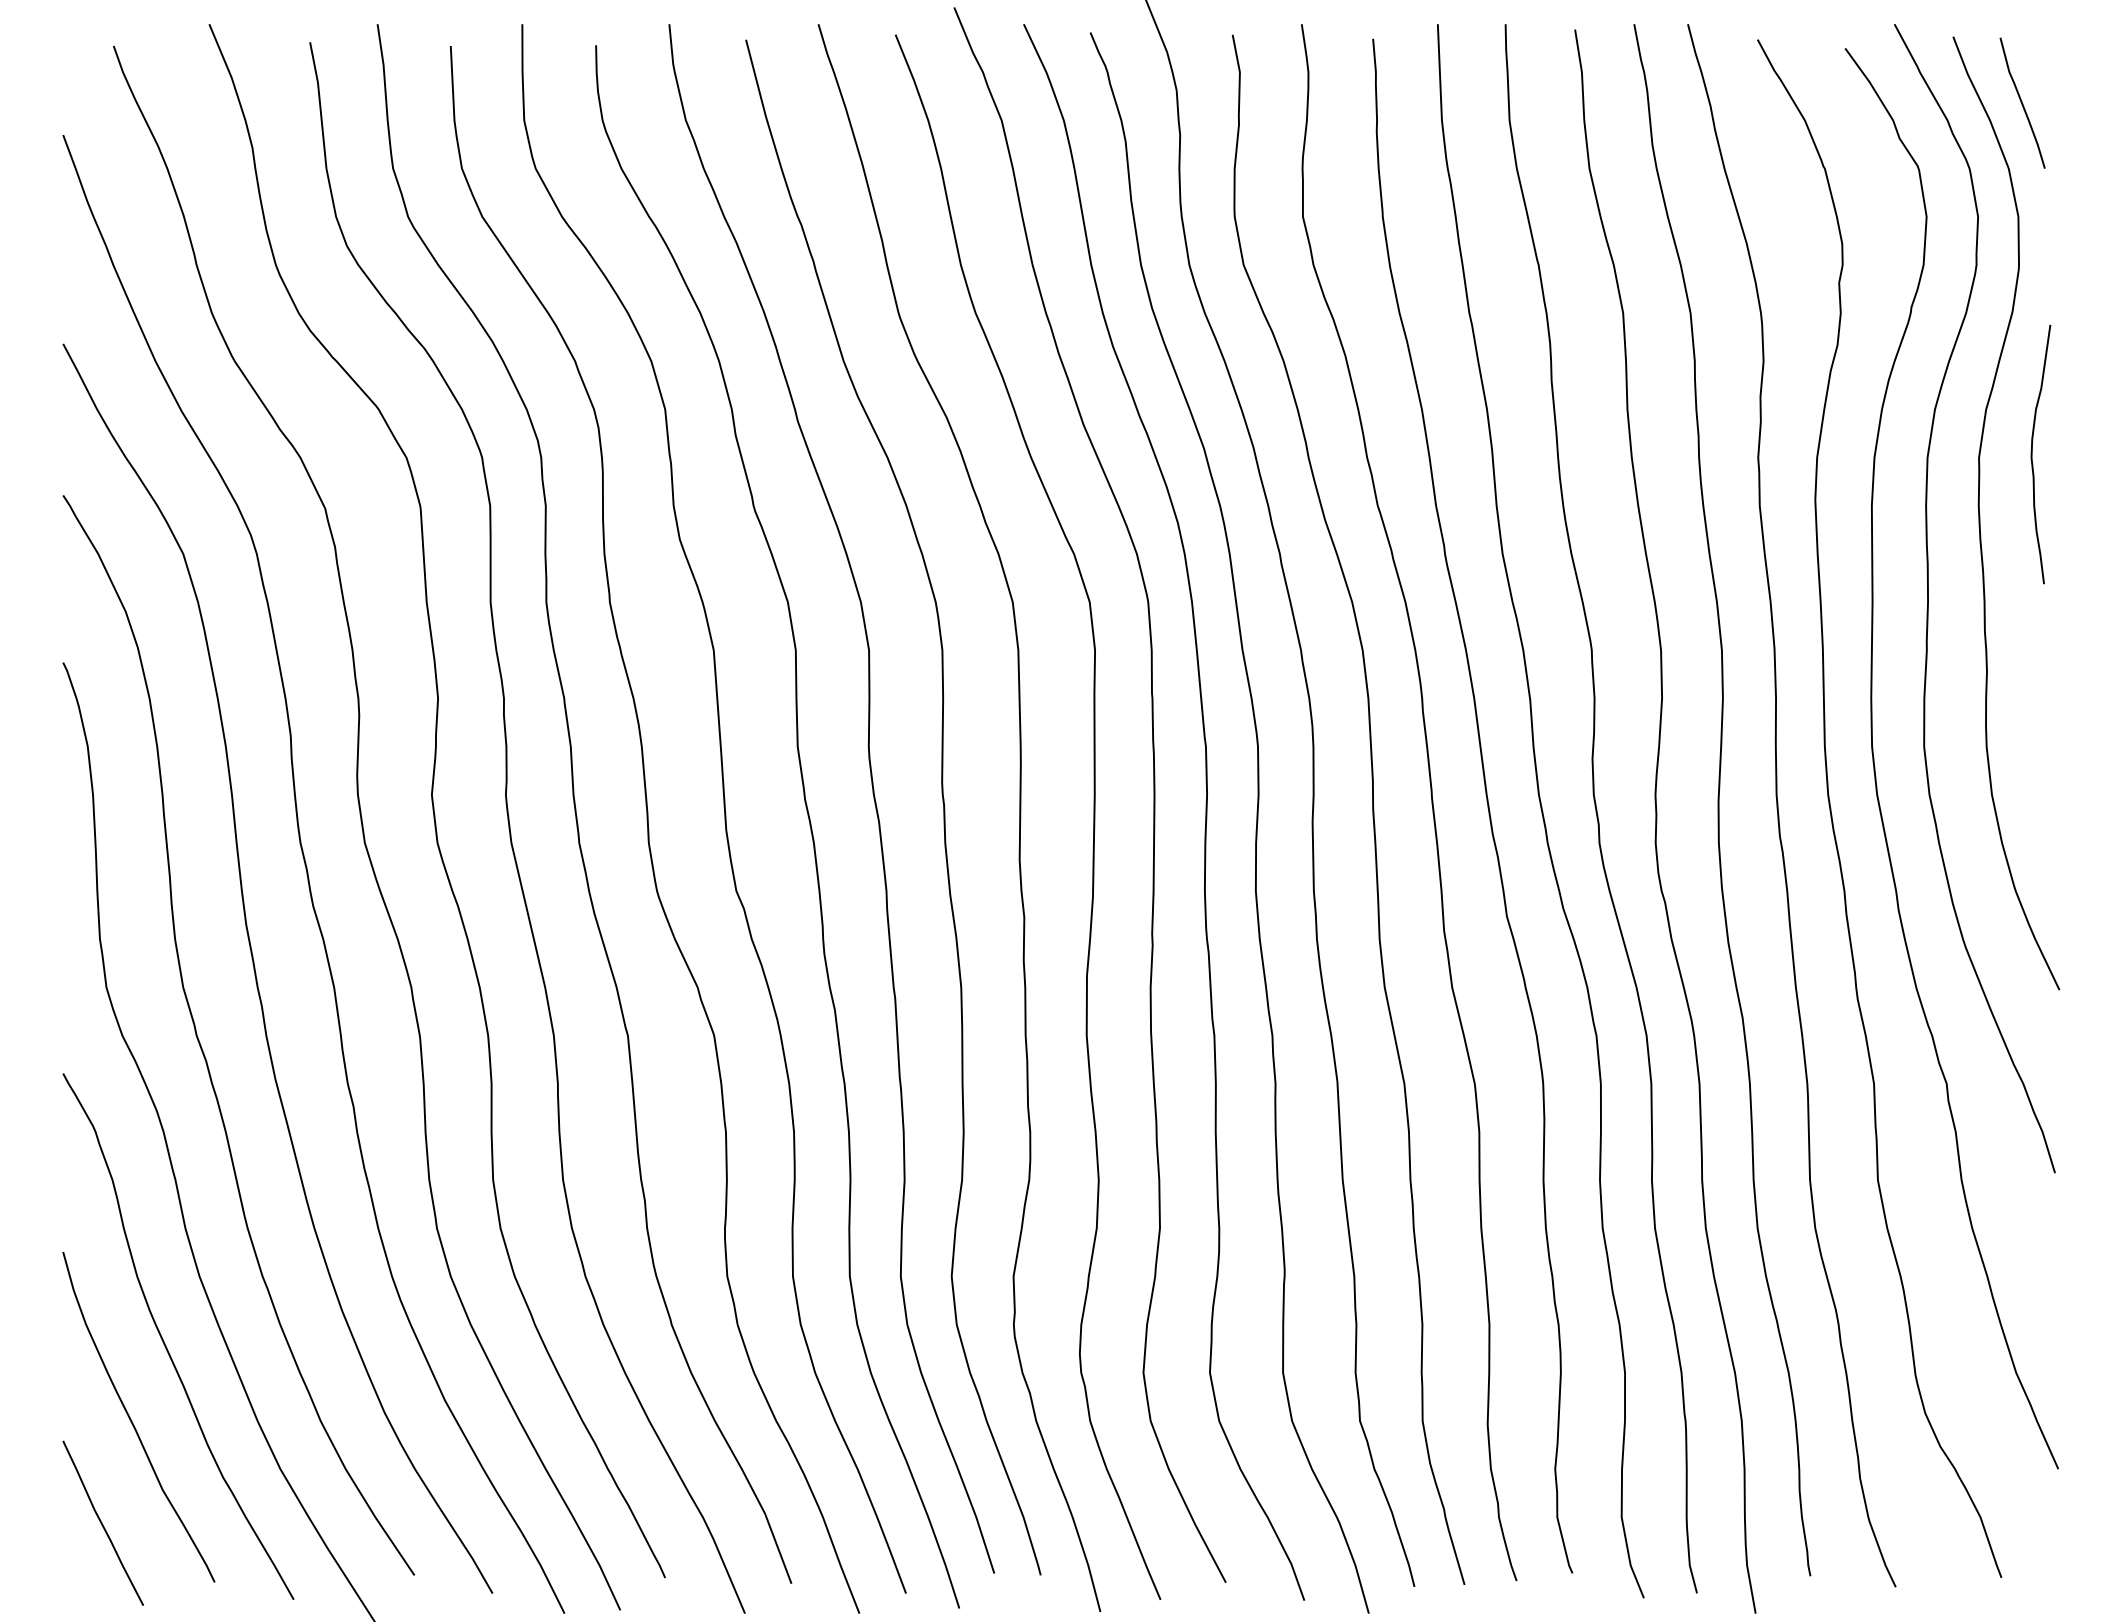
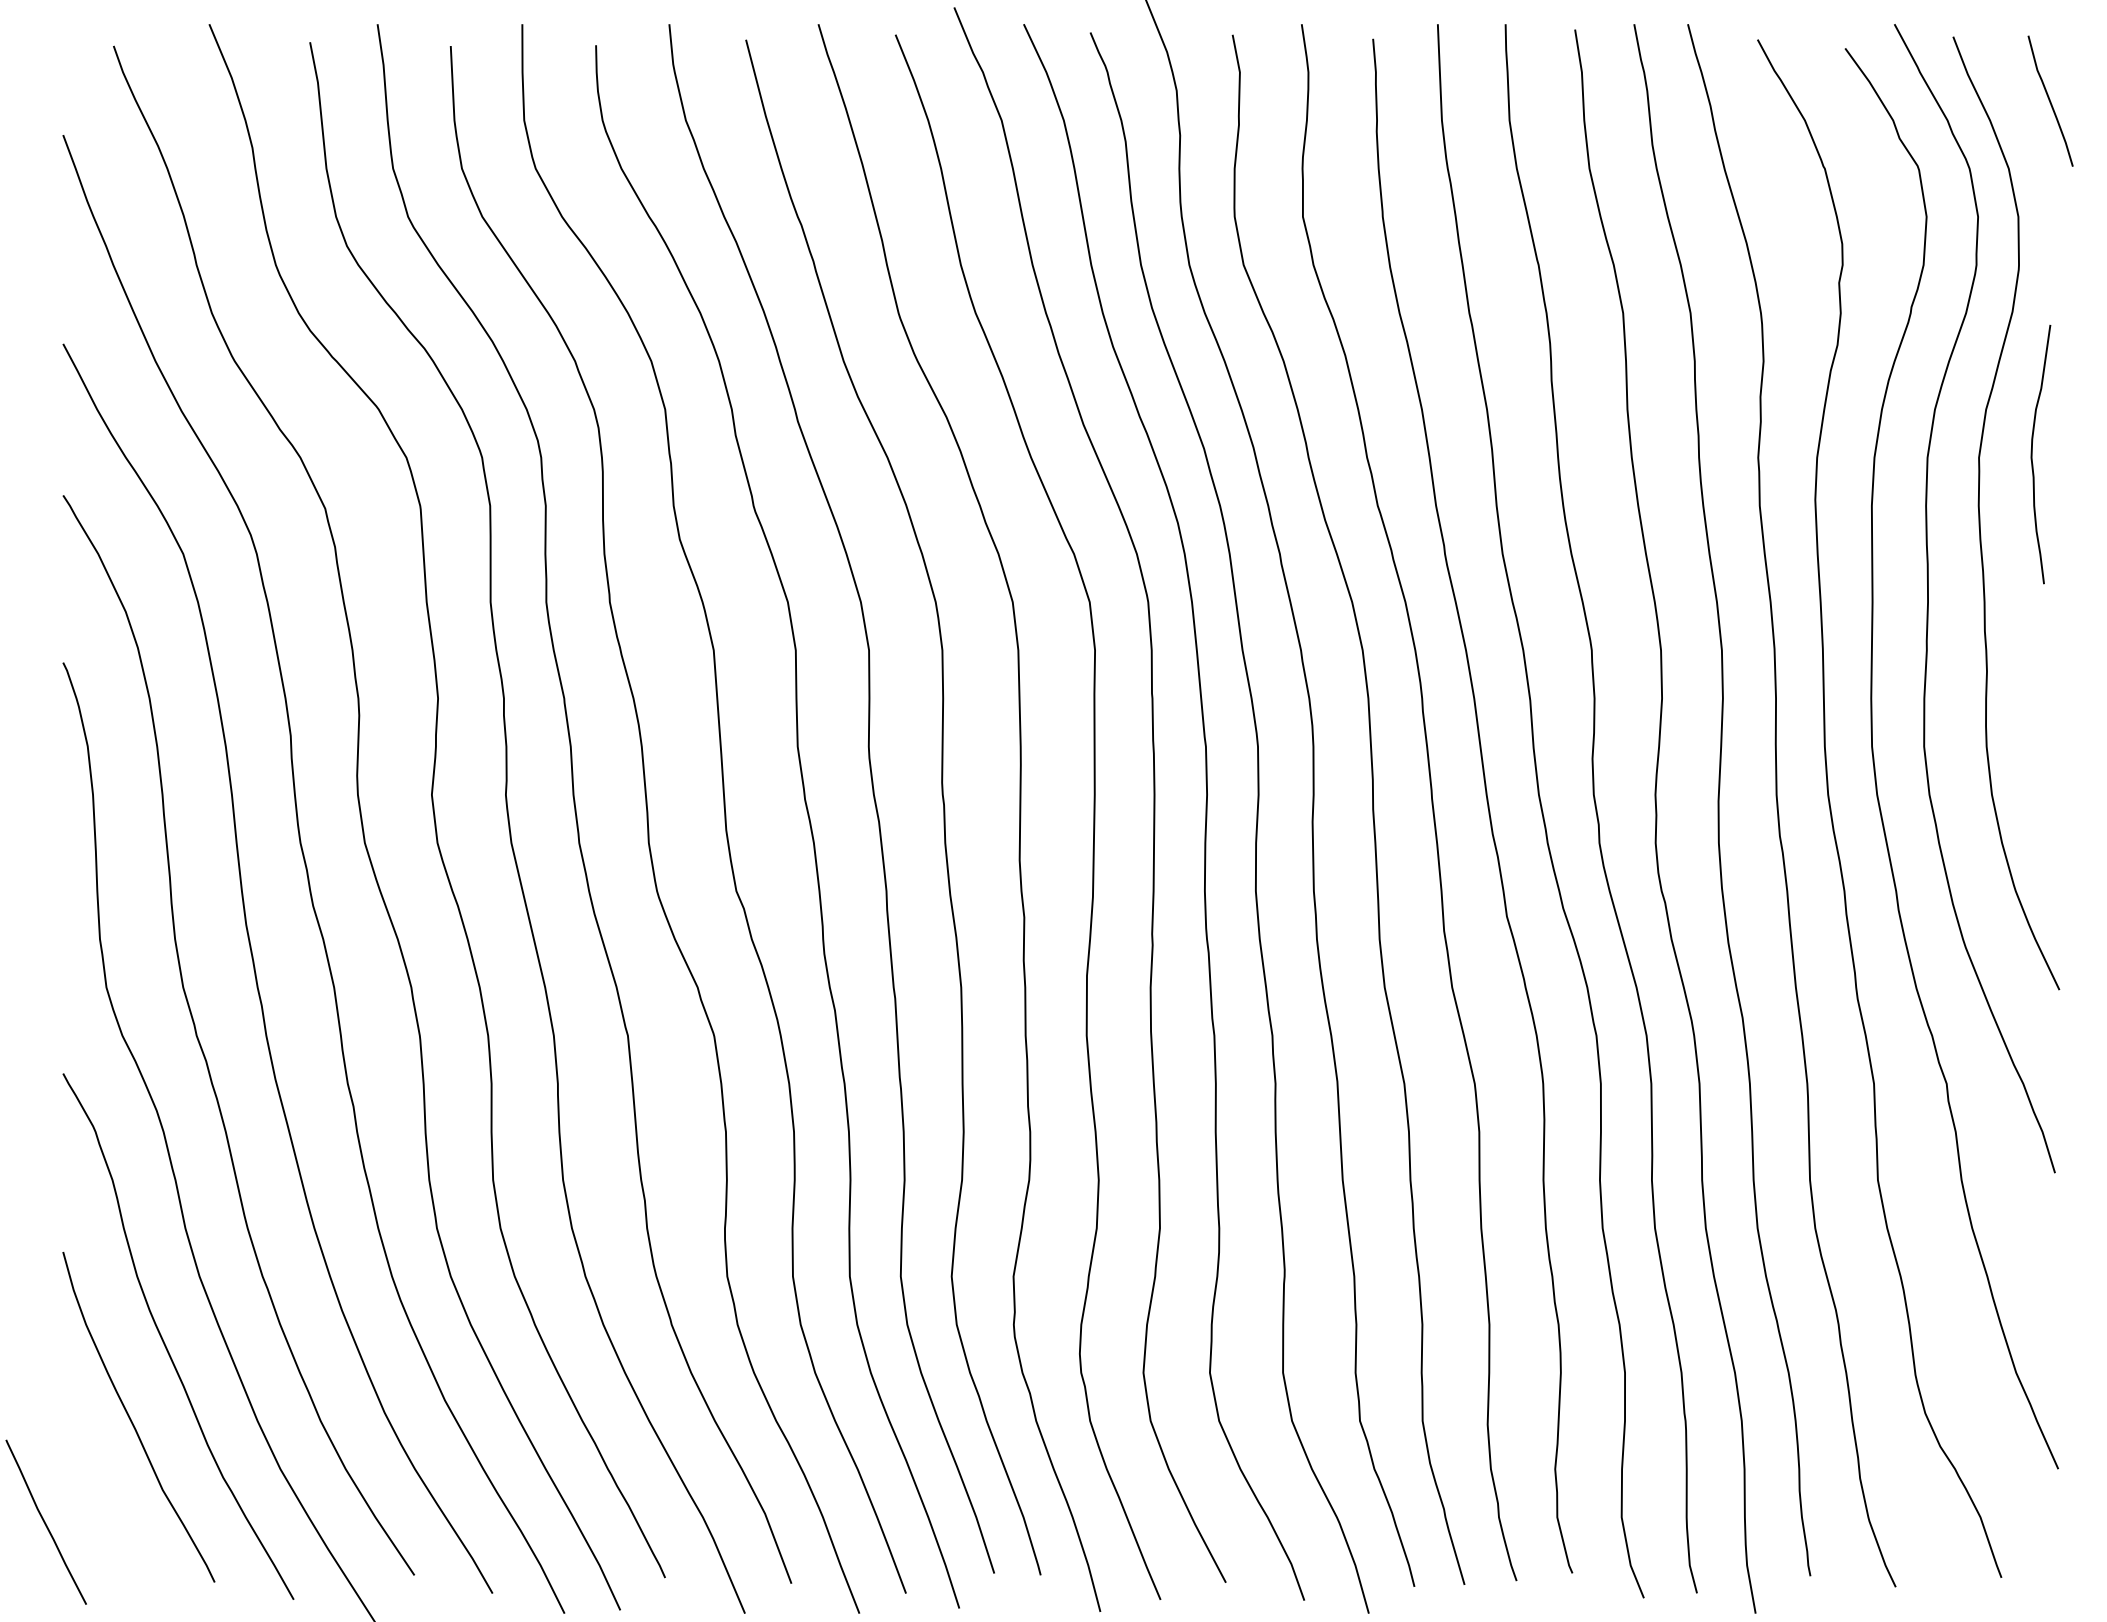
curve at (2022, 102) position: (2022, 102) -> (2050, 100)
curve at (102, 1522) position: (102, 1522) -> (45, 1521)
